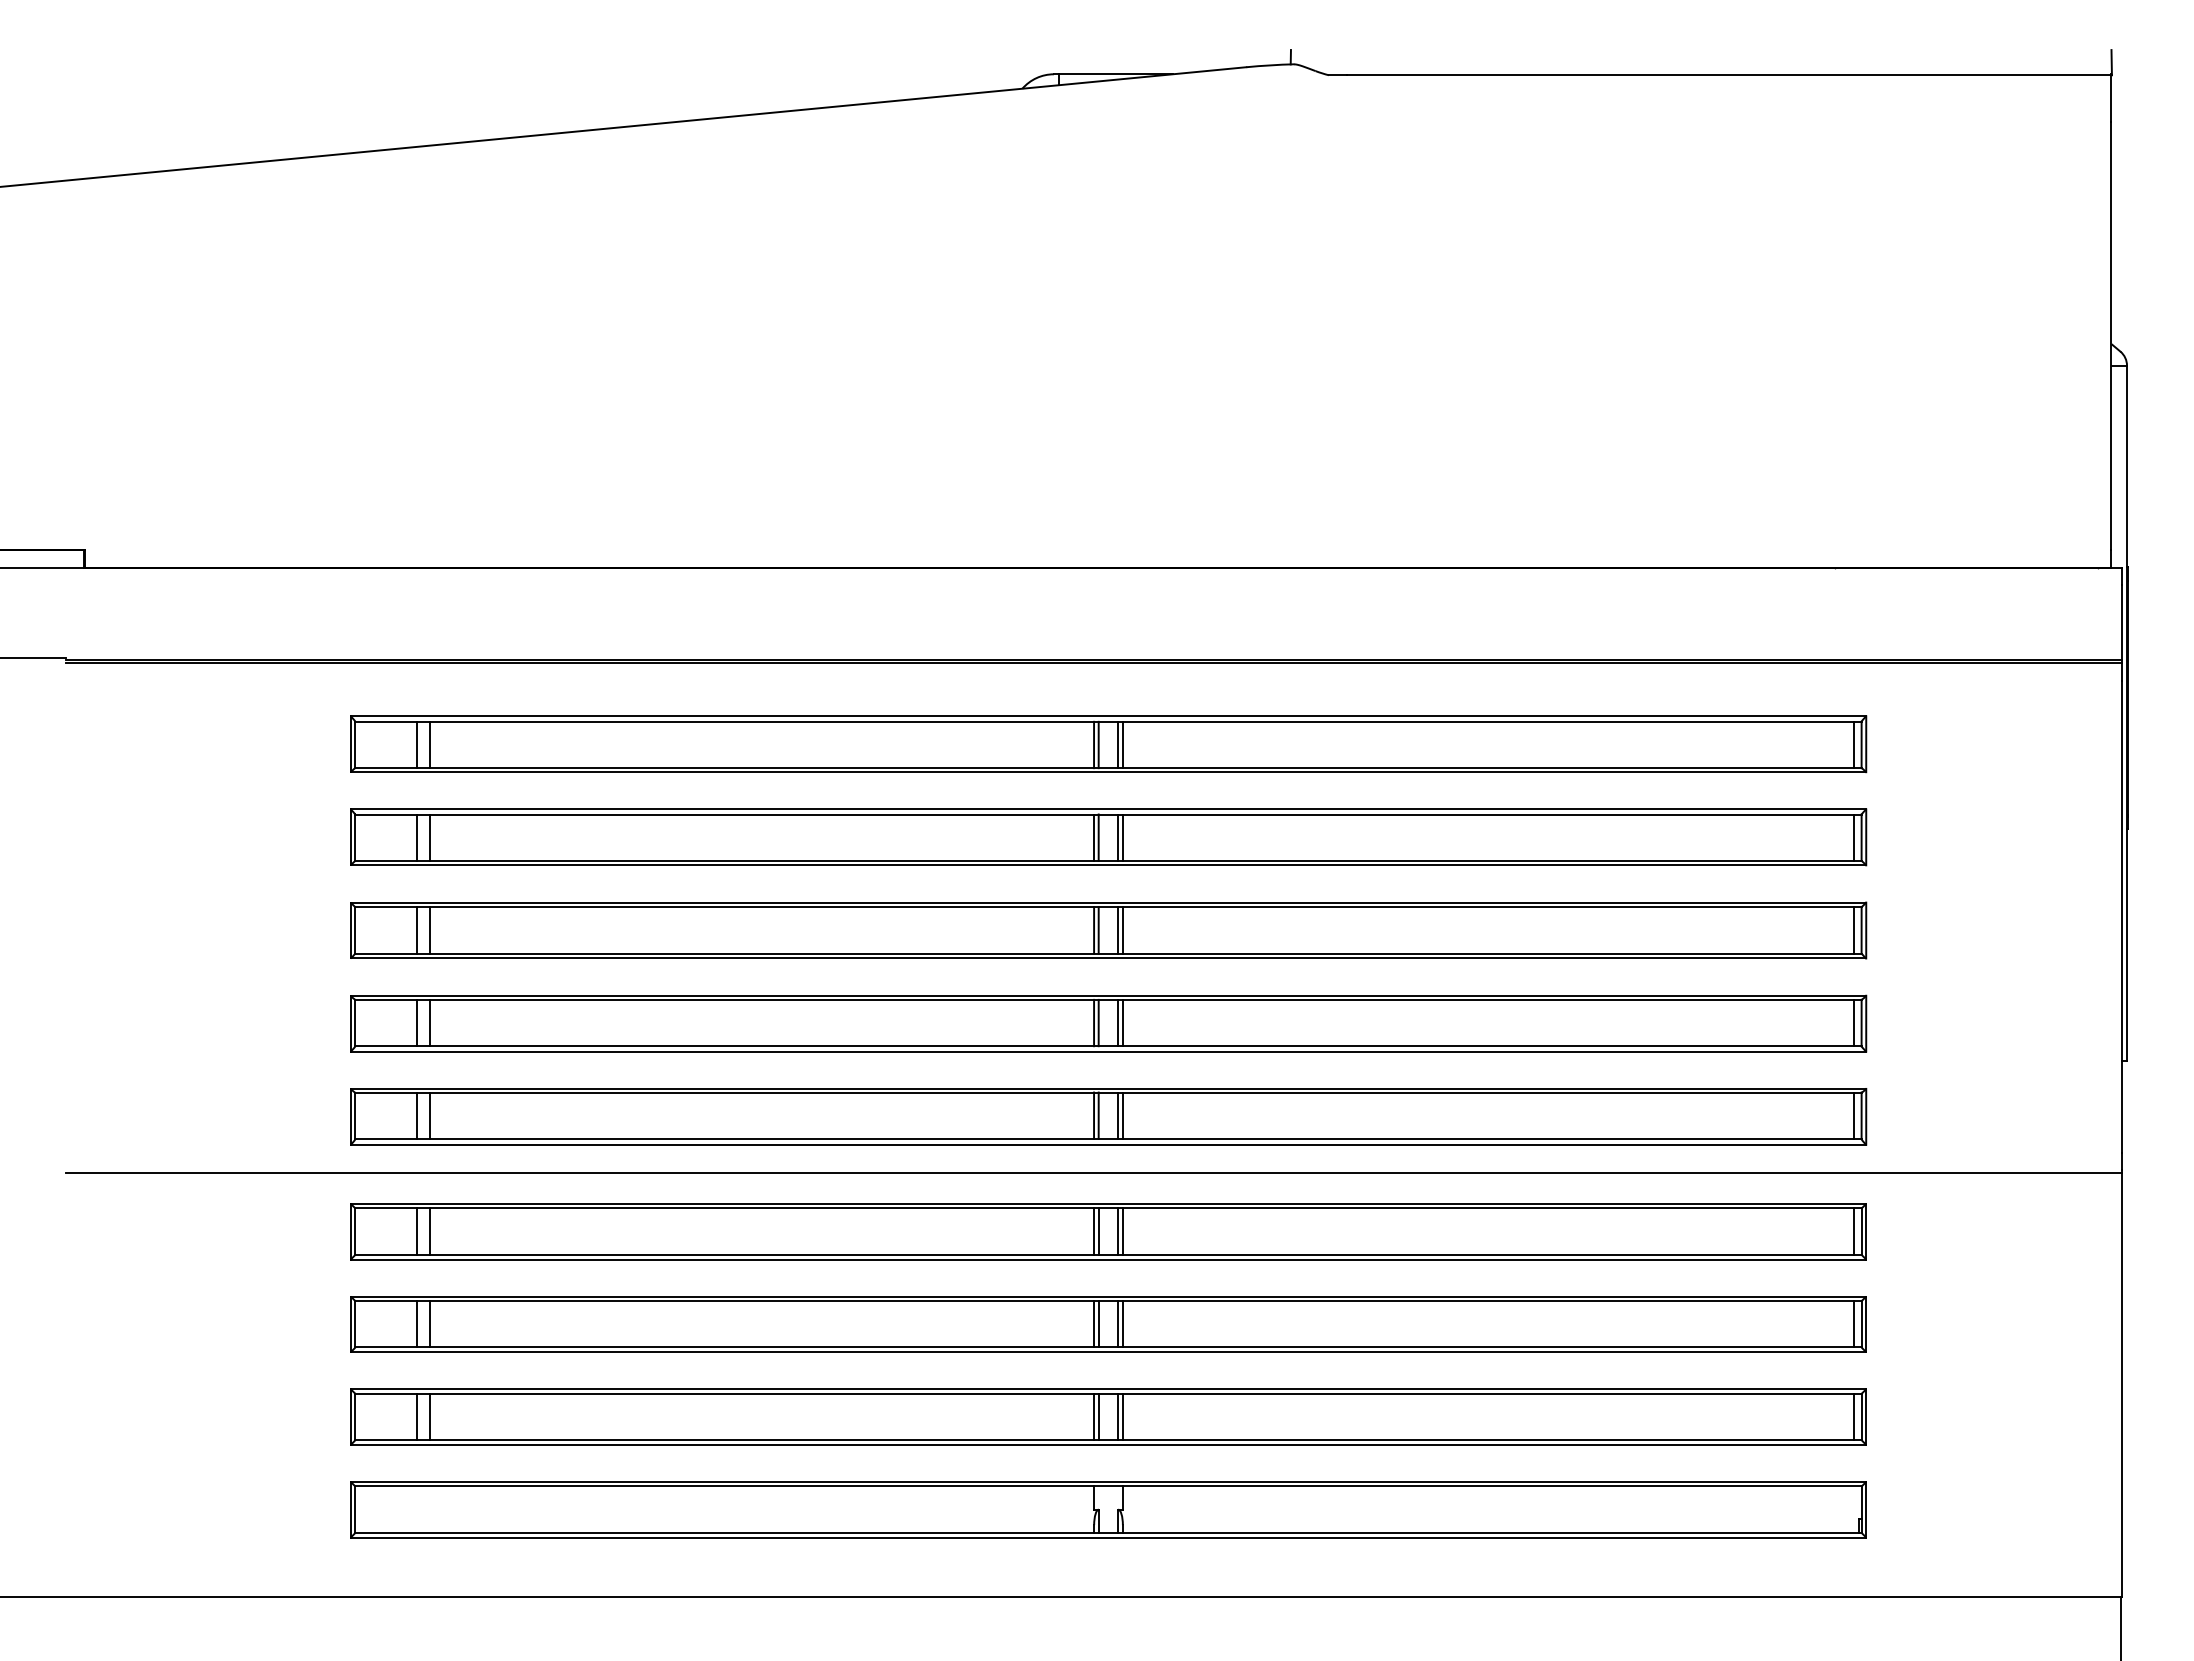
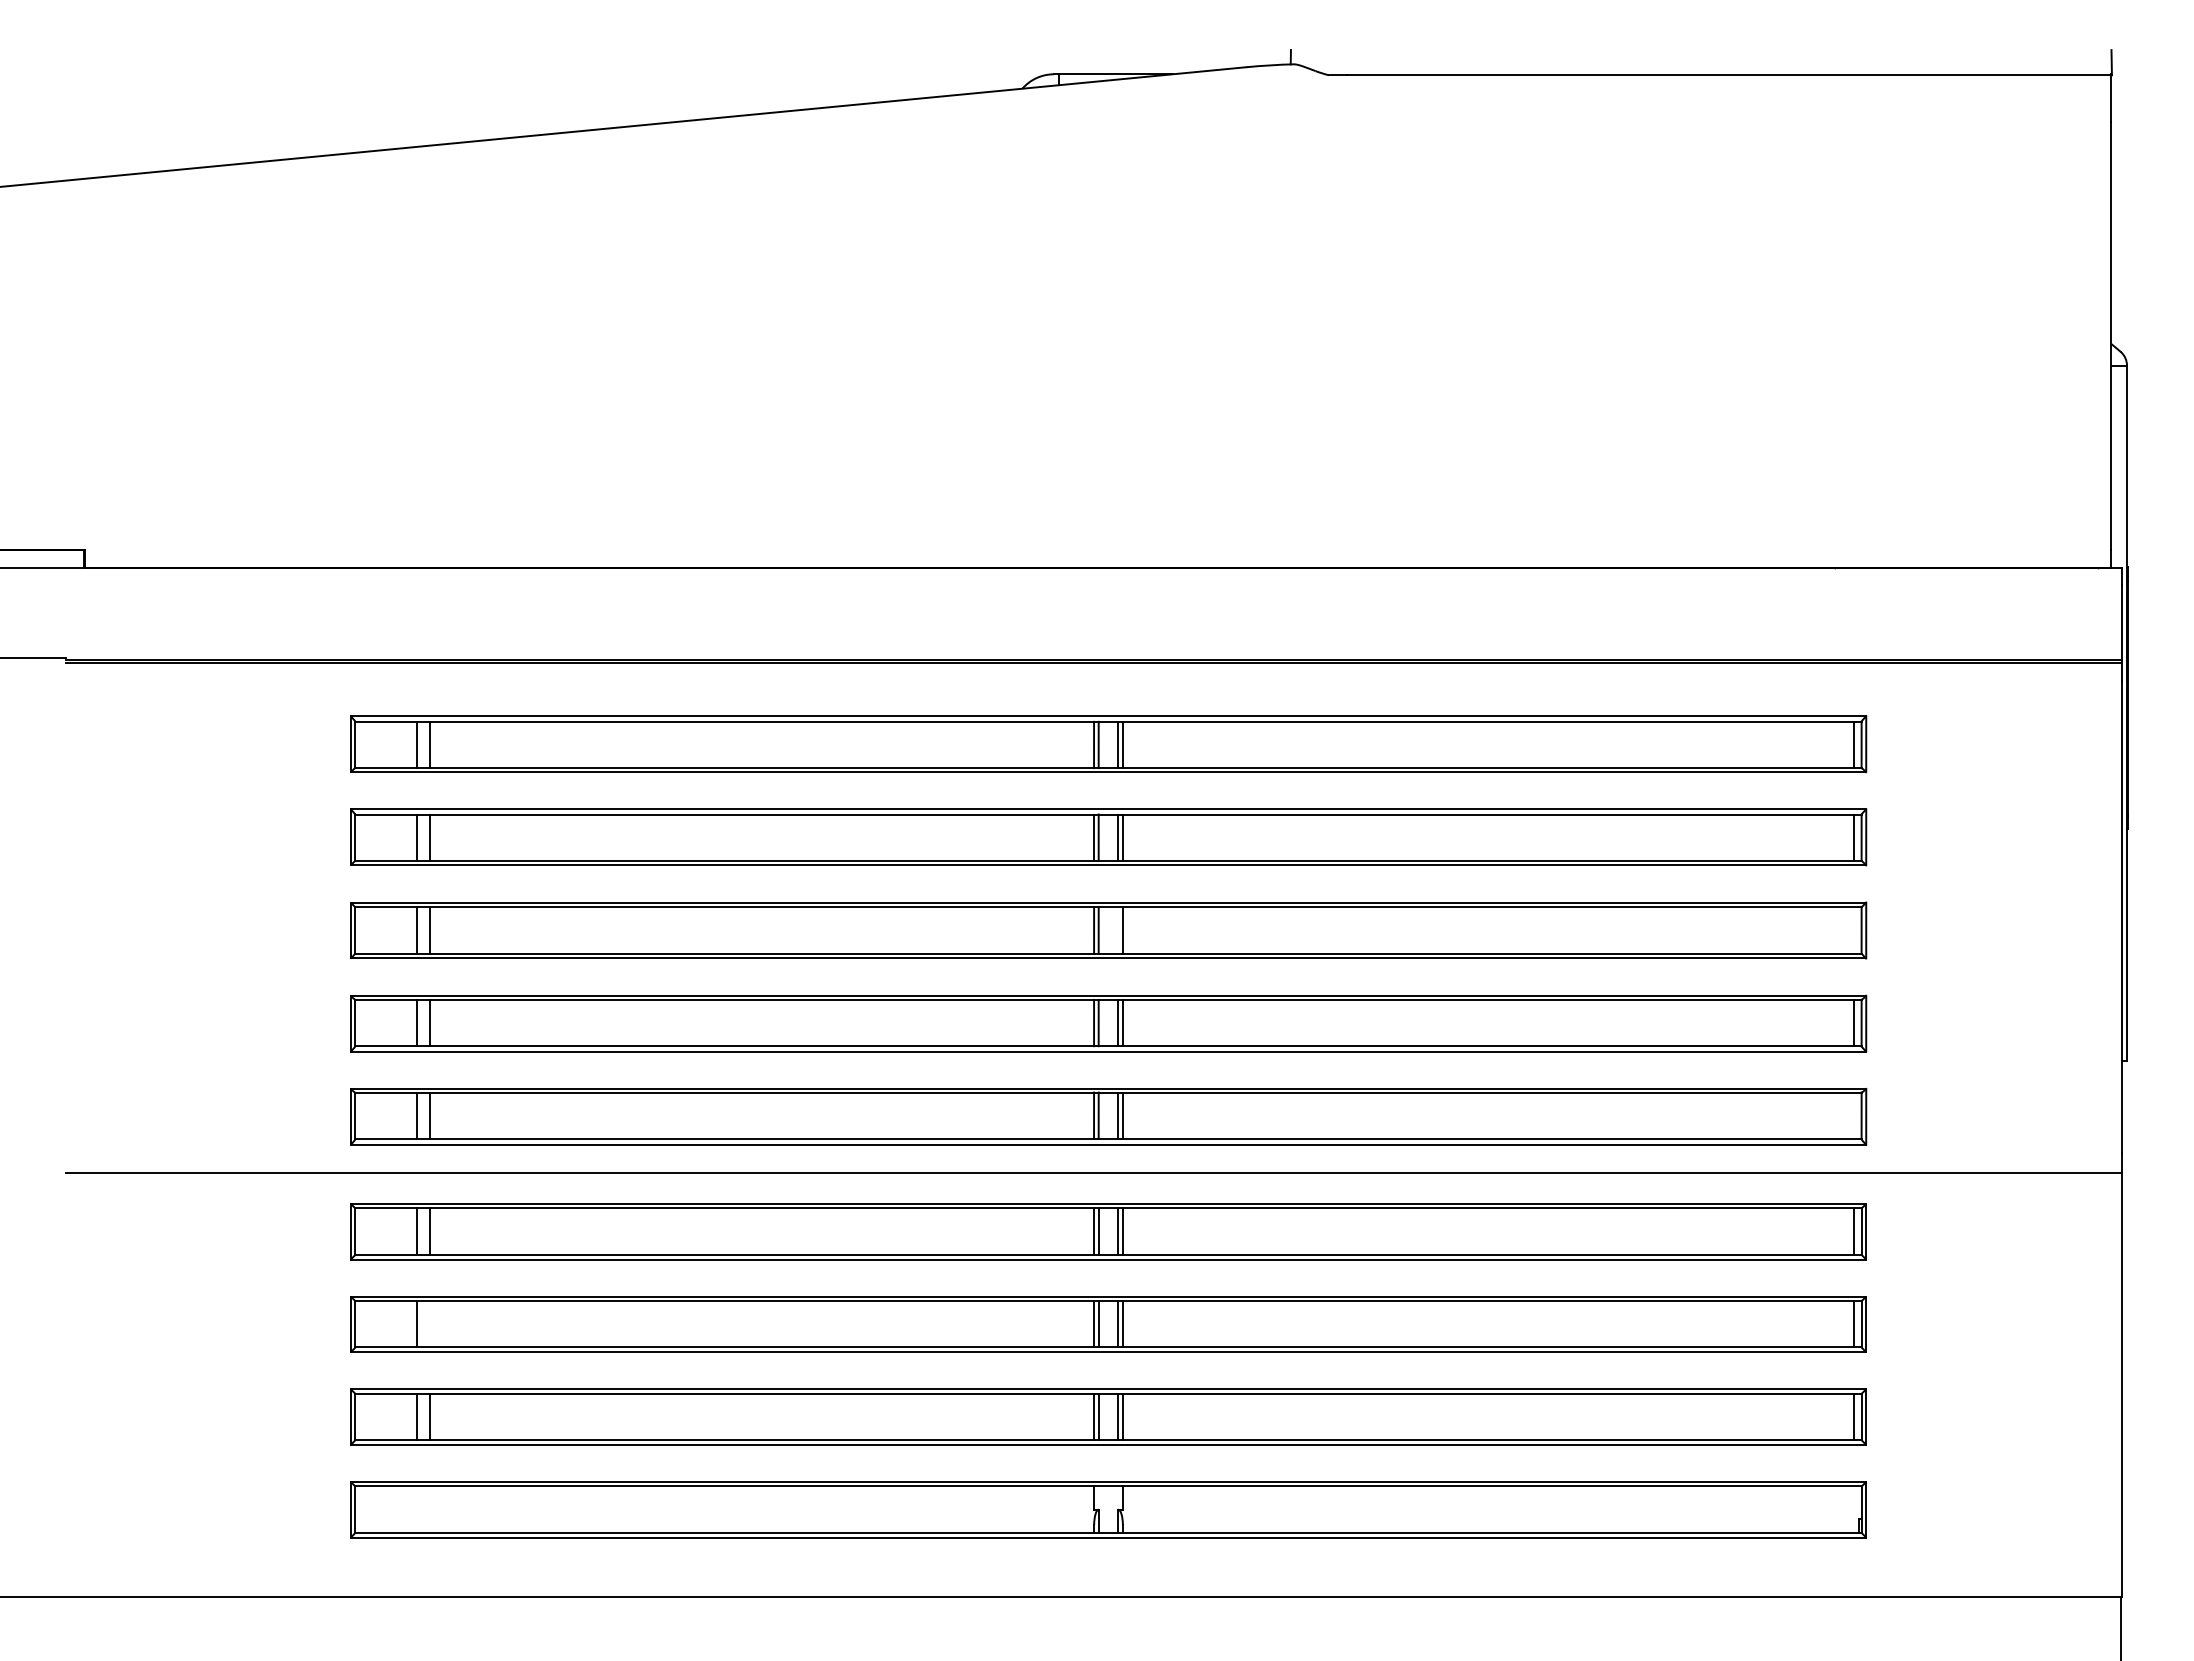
line at (1118, 930): present -> none
line at (1853, 930): present -> none
line at (1853, 1115): present -> none
line at (430, 1324): present -> none
